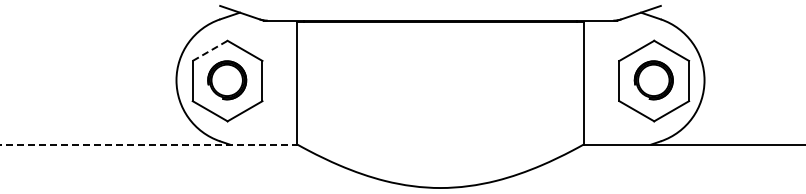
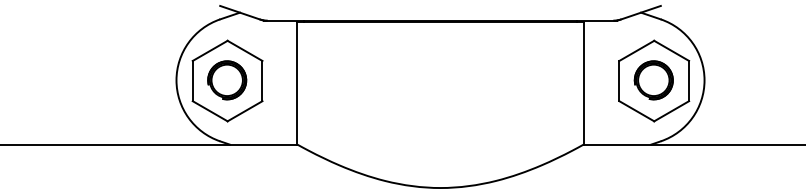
line at (210, 50): dashed -> solid
line at (149, 144): dashed -> solid
